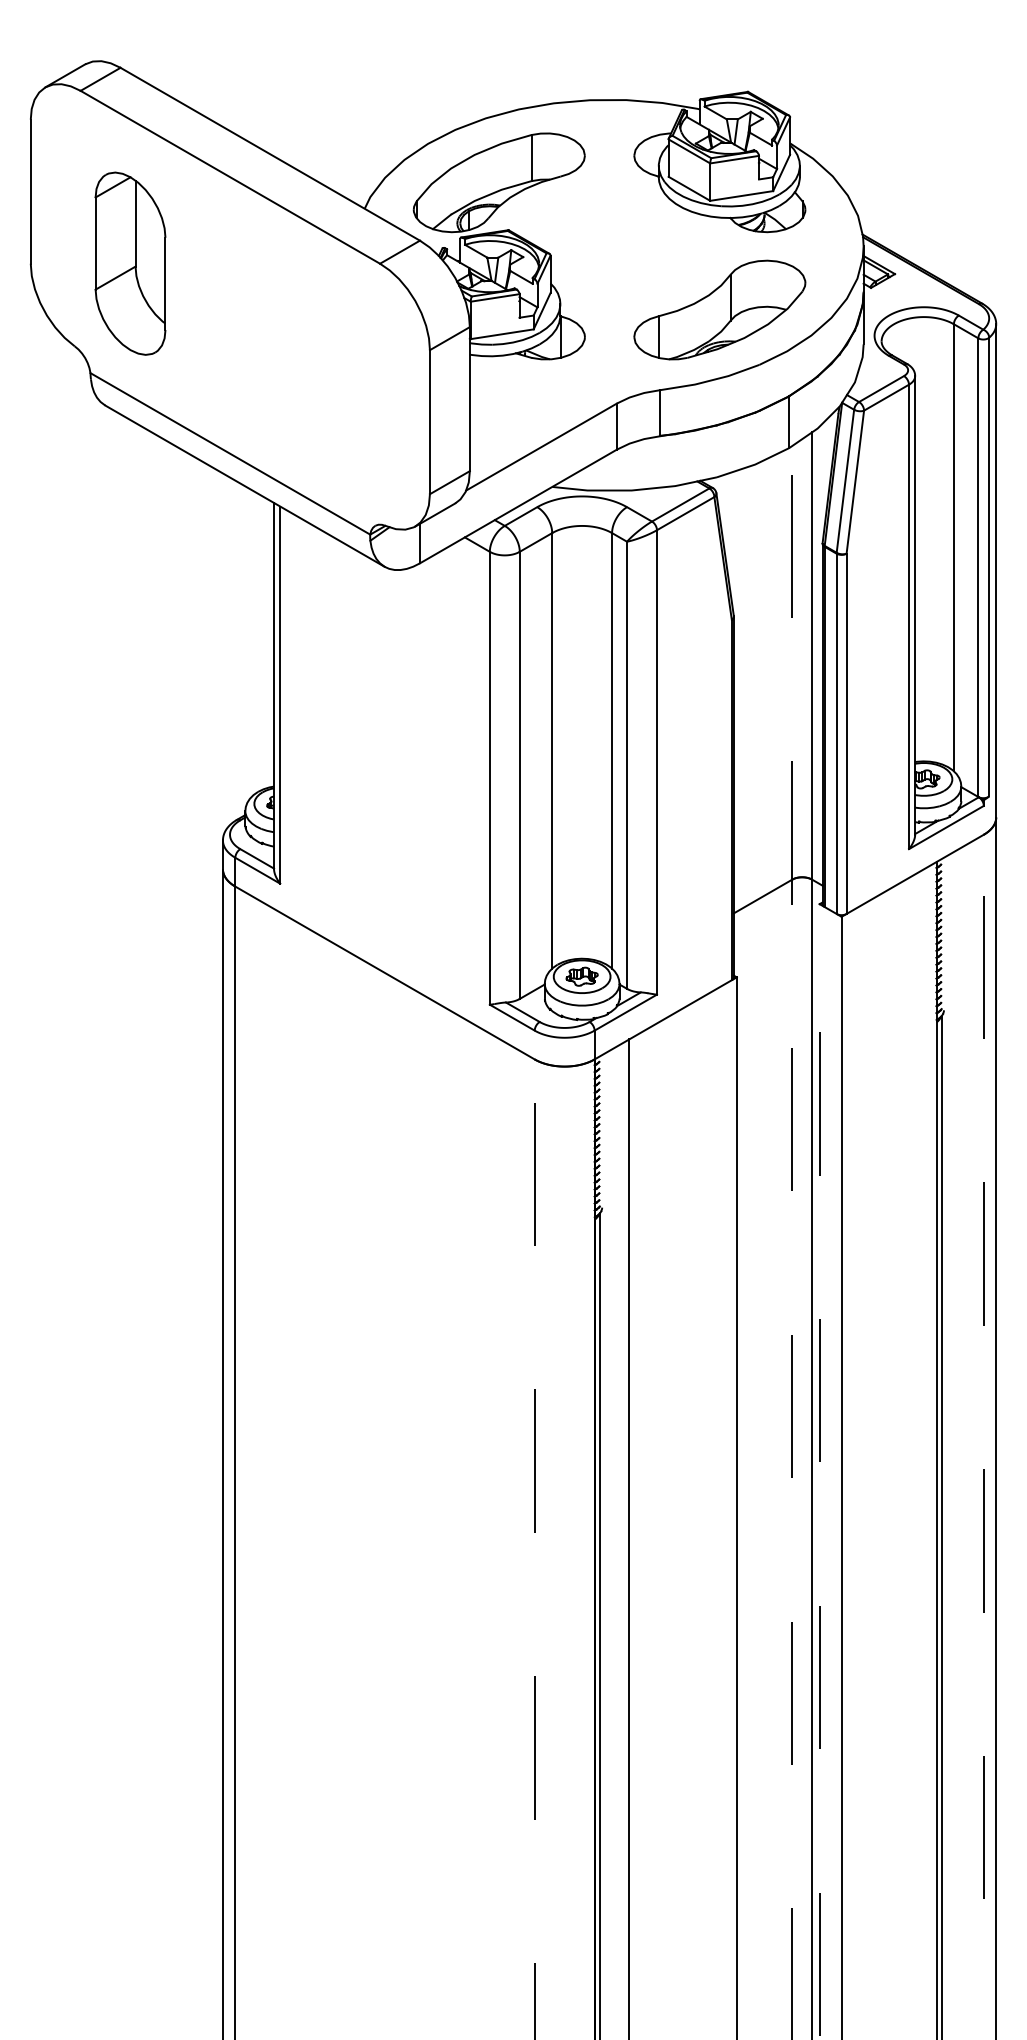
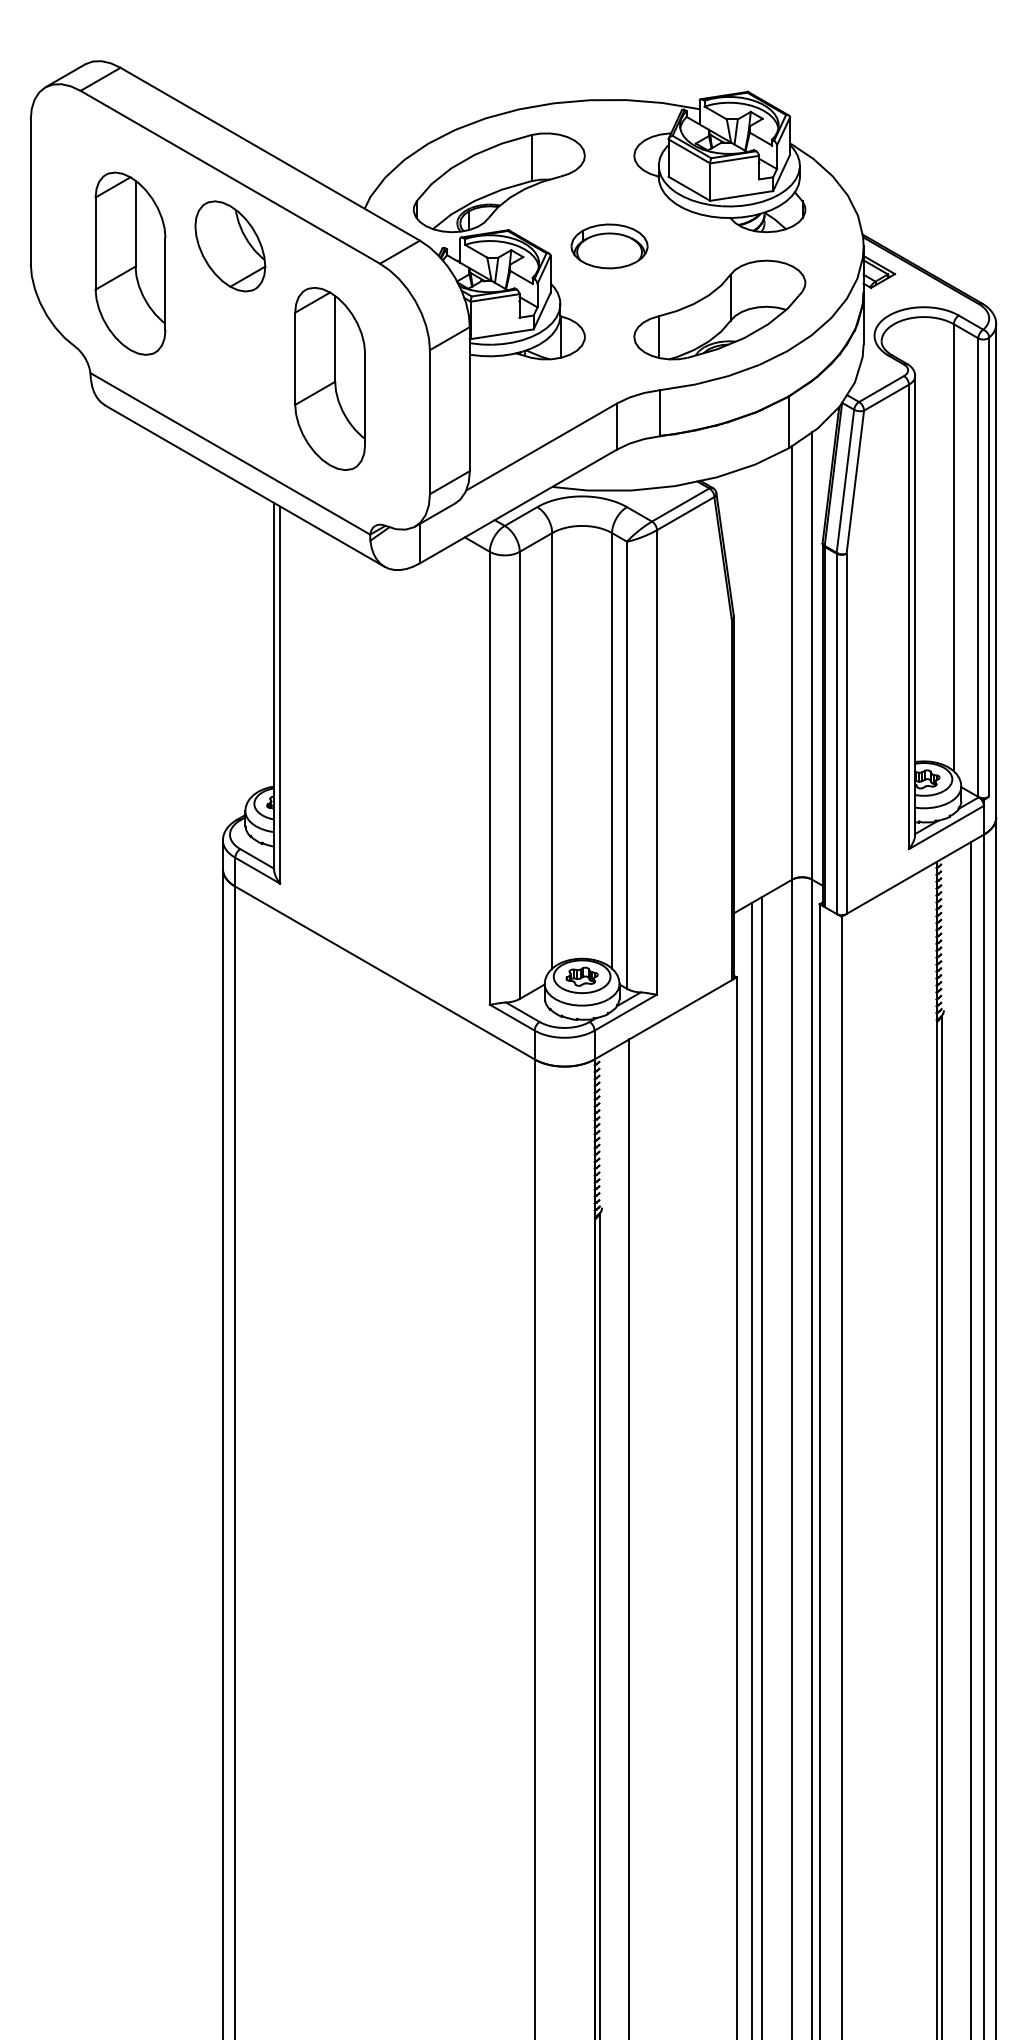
part at (230, 246): none -> present
part at (609, 246): none -> present
part at (329, 378): none -> present
line at (792, 1242): dashed -> solid
line at (983, 1422): dashed -> solid
line at (971, 1439): none -> present
line at (762, 1466): none -> present
line at (752, 1469): none -> present
line at (819, 1471): dashed -> solid
line at (534, 1534): dashed -> solid
